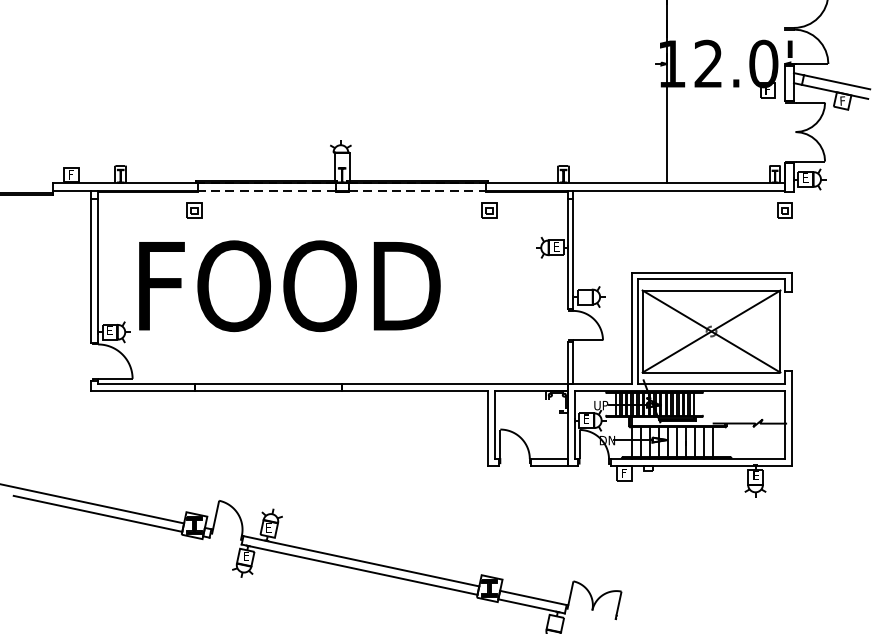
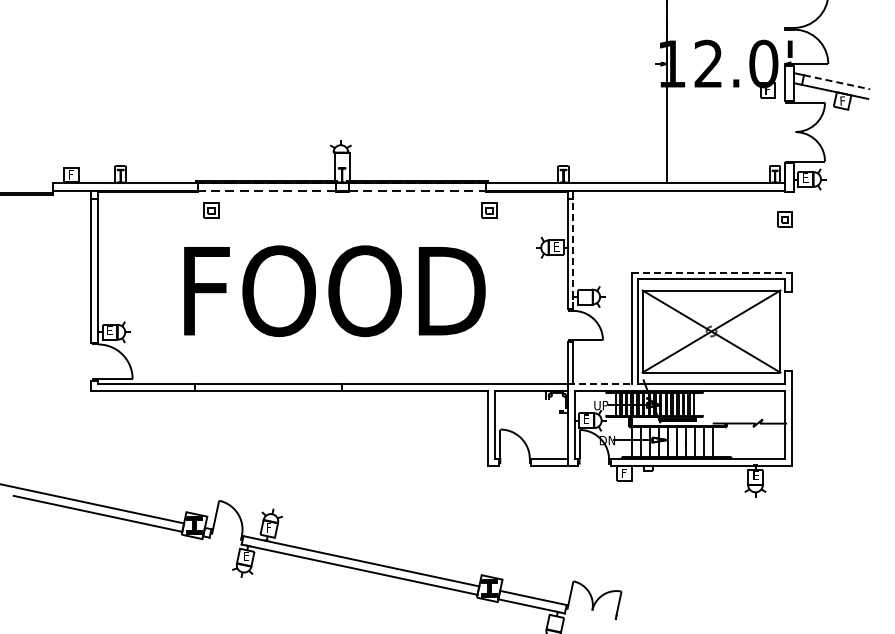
line at (837, 82): solid -> dashed
part at (194, 210) position: (194, 210) -> (211, 210)
part at (784, 210) position: (784, 210) -> (784, 219)
line at (573, 254): solid -> dashed
line at (711, 272): solid -> dashed
text at (289, 286) position: (289, 286) -> (334, 291)
line at (600, 384): solid -> dashed
text at (268, 527): E -> F
